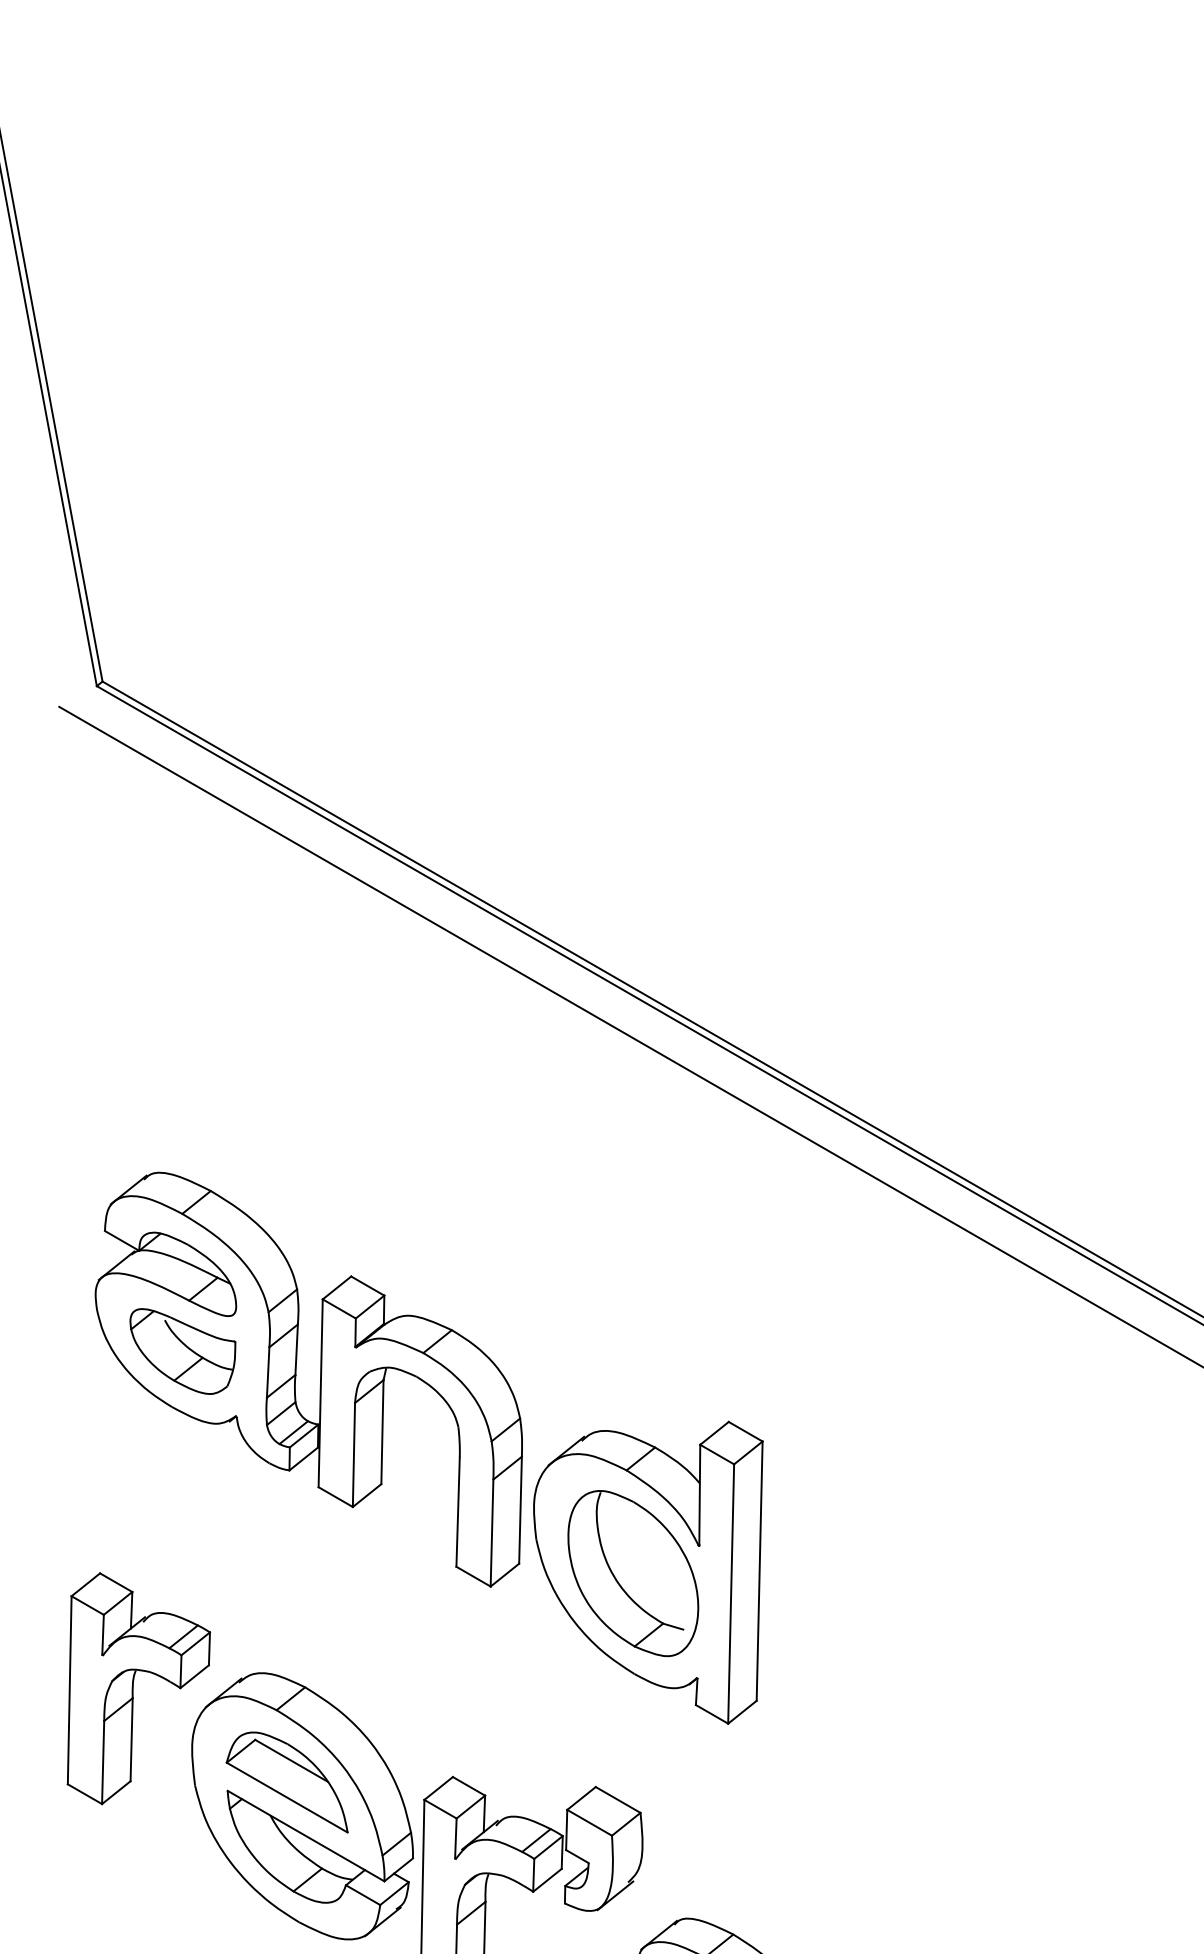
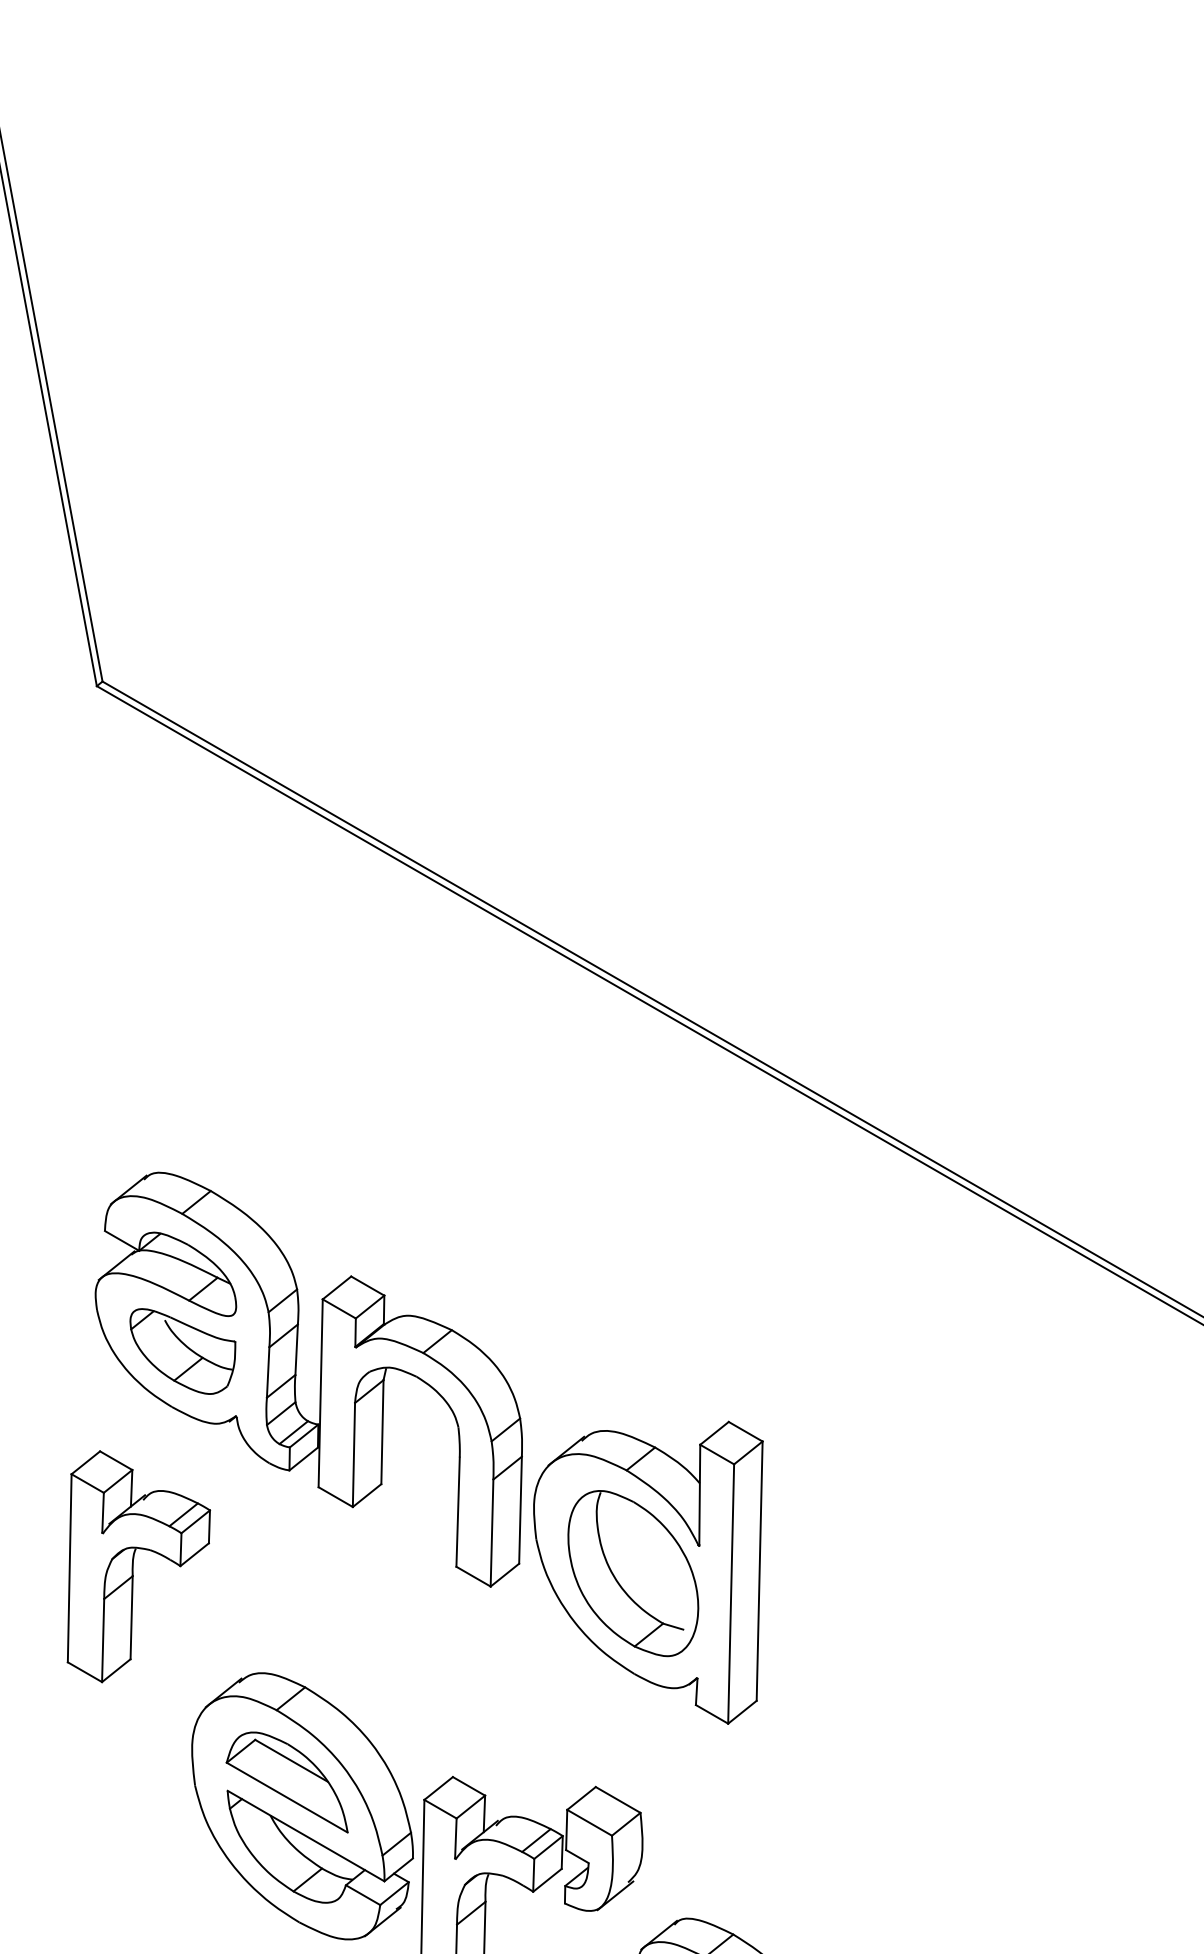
line at (629, 1035): present -> none
part at (138, 1688) position: (138, 1688) -> (138, 1566)
